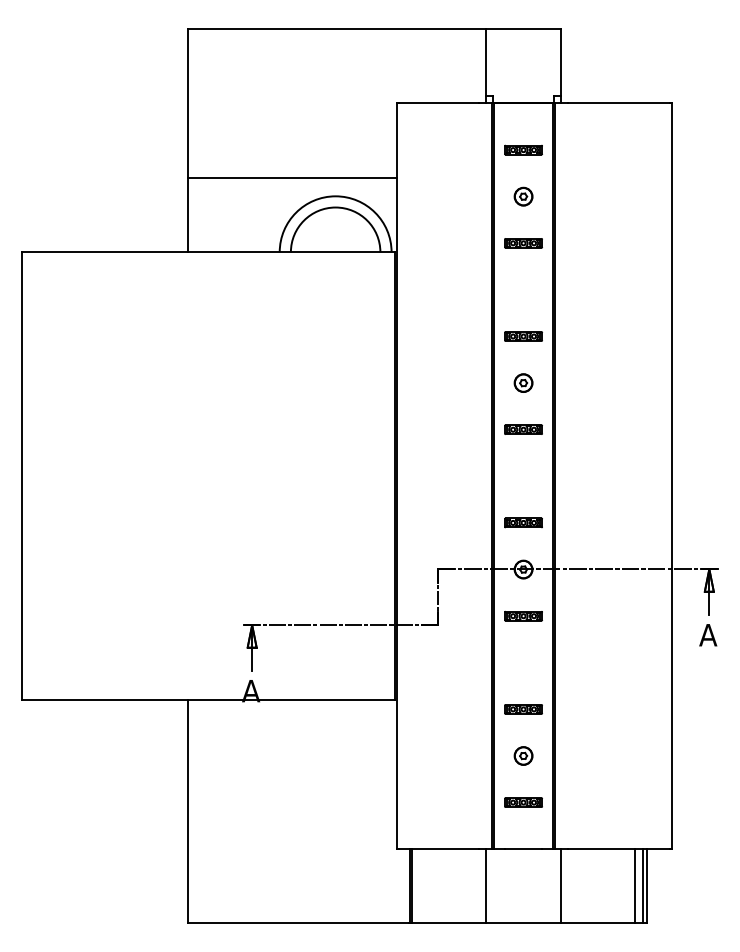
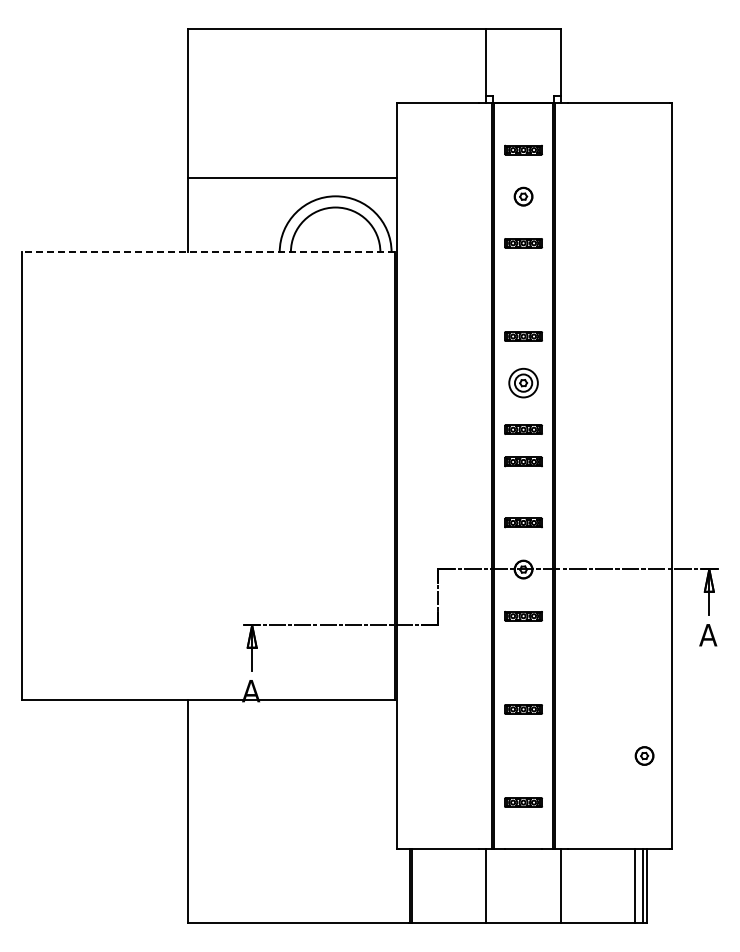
line at (207, 252): solid -> dashed
circle at (523, 383) diameter: 18 px -> 29 px
part at (523, 461): none -> present
part at (523, 755) position: (523, 755) -> (644, 755)
